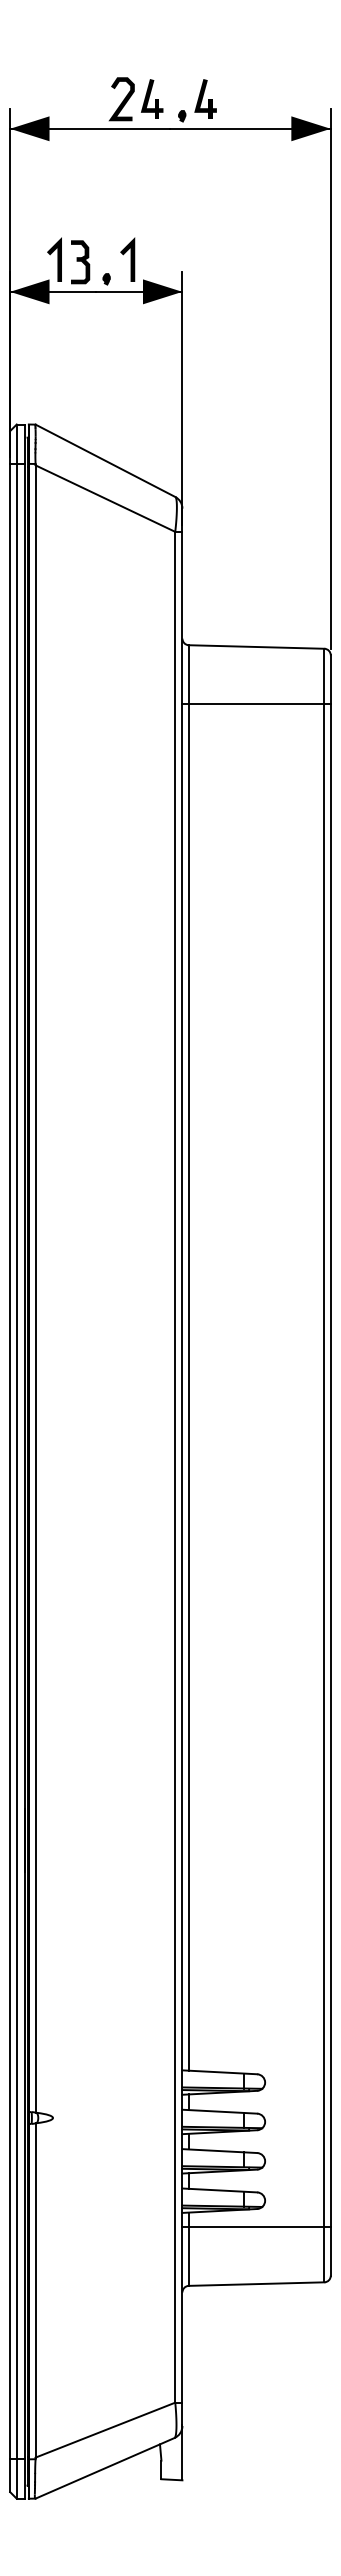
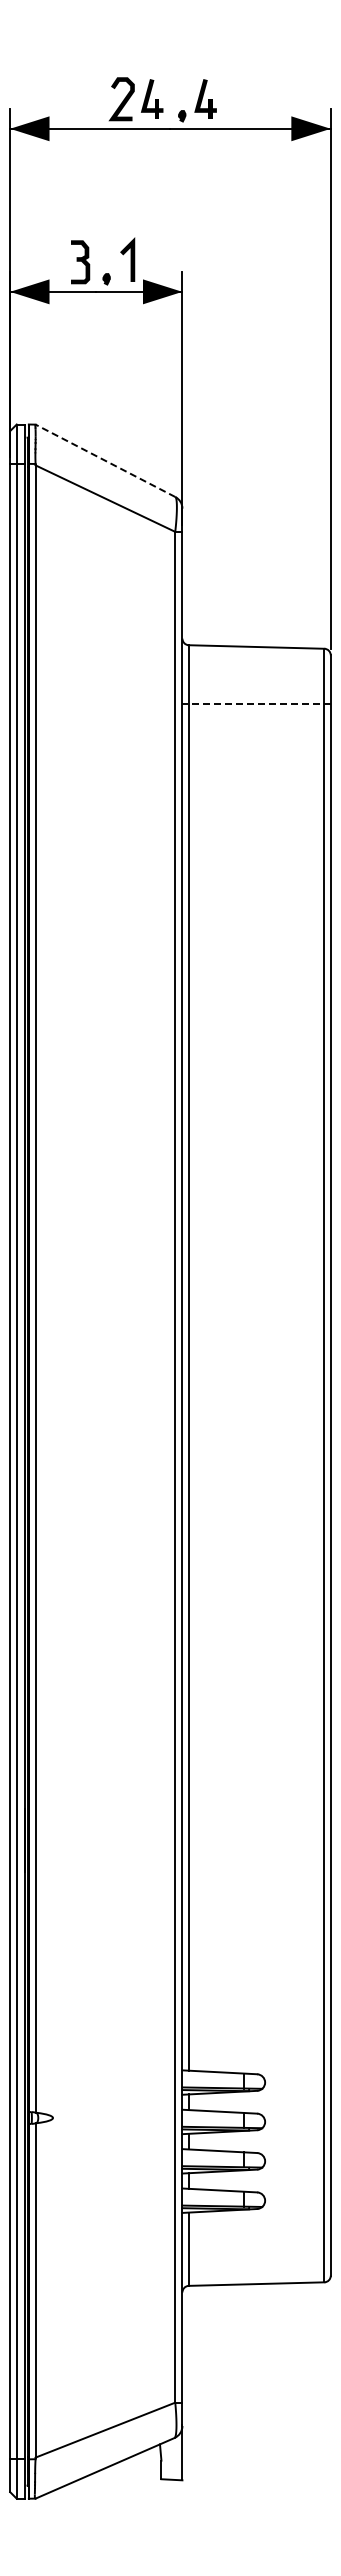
line at (57, 259): present -> none
line at (105, 460): solid -> dashed
line at (256, 704): solid -> dashed
line at (256, 2226): present -> none
